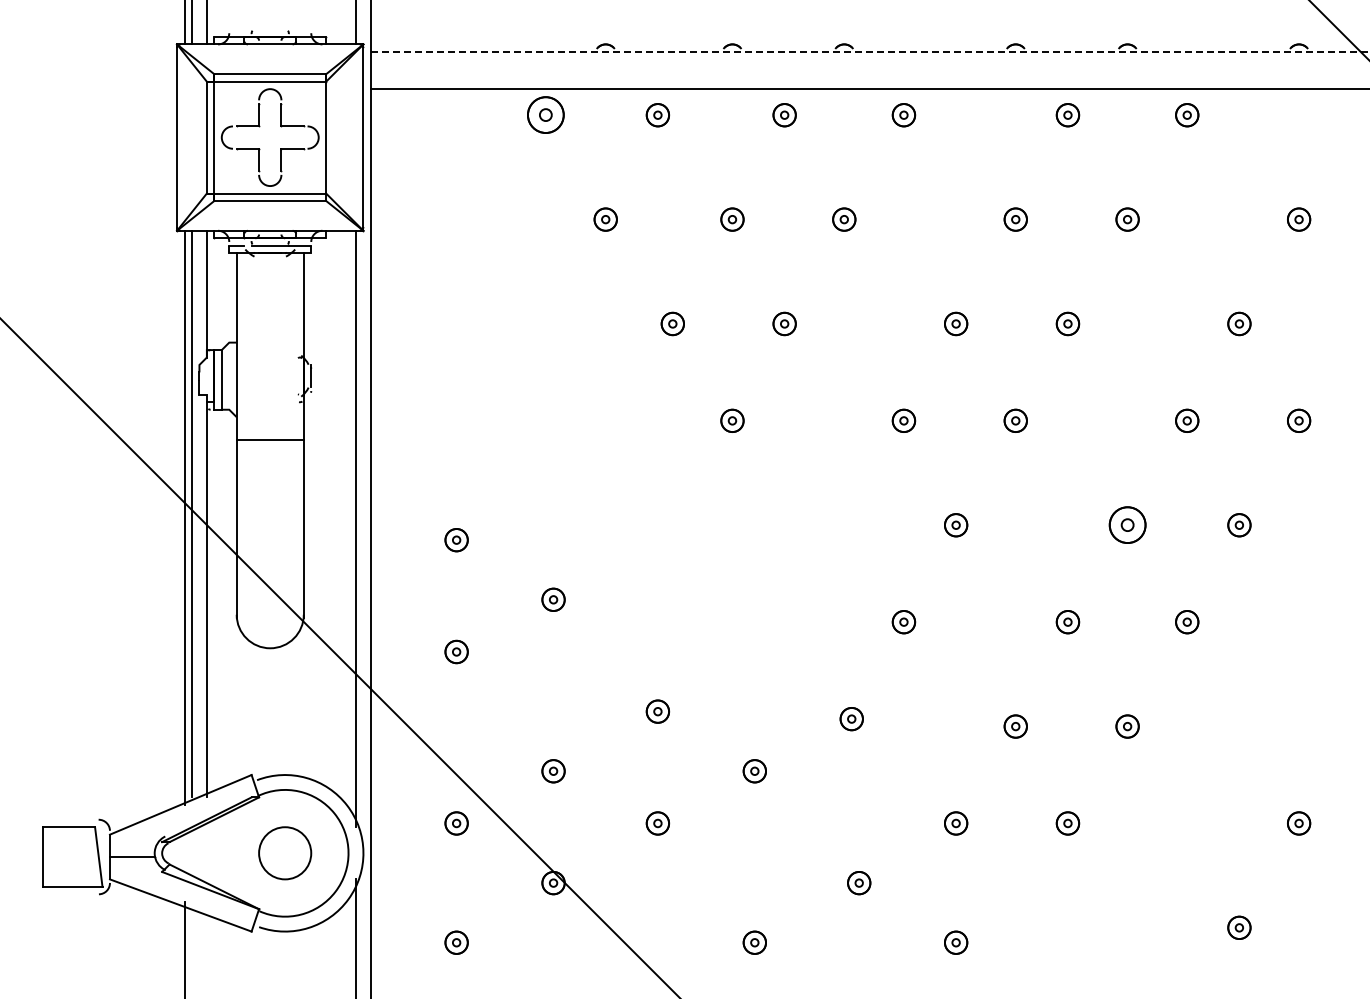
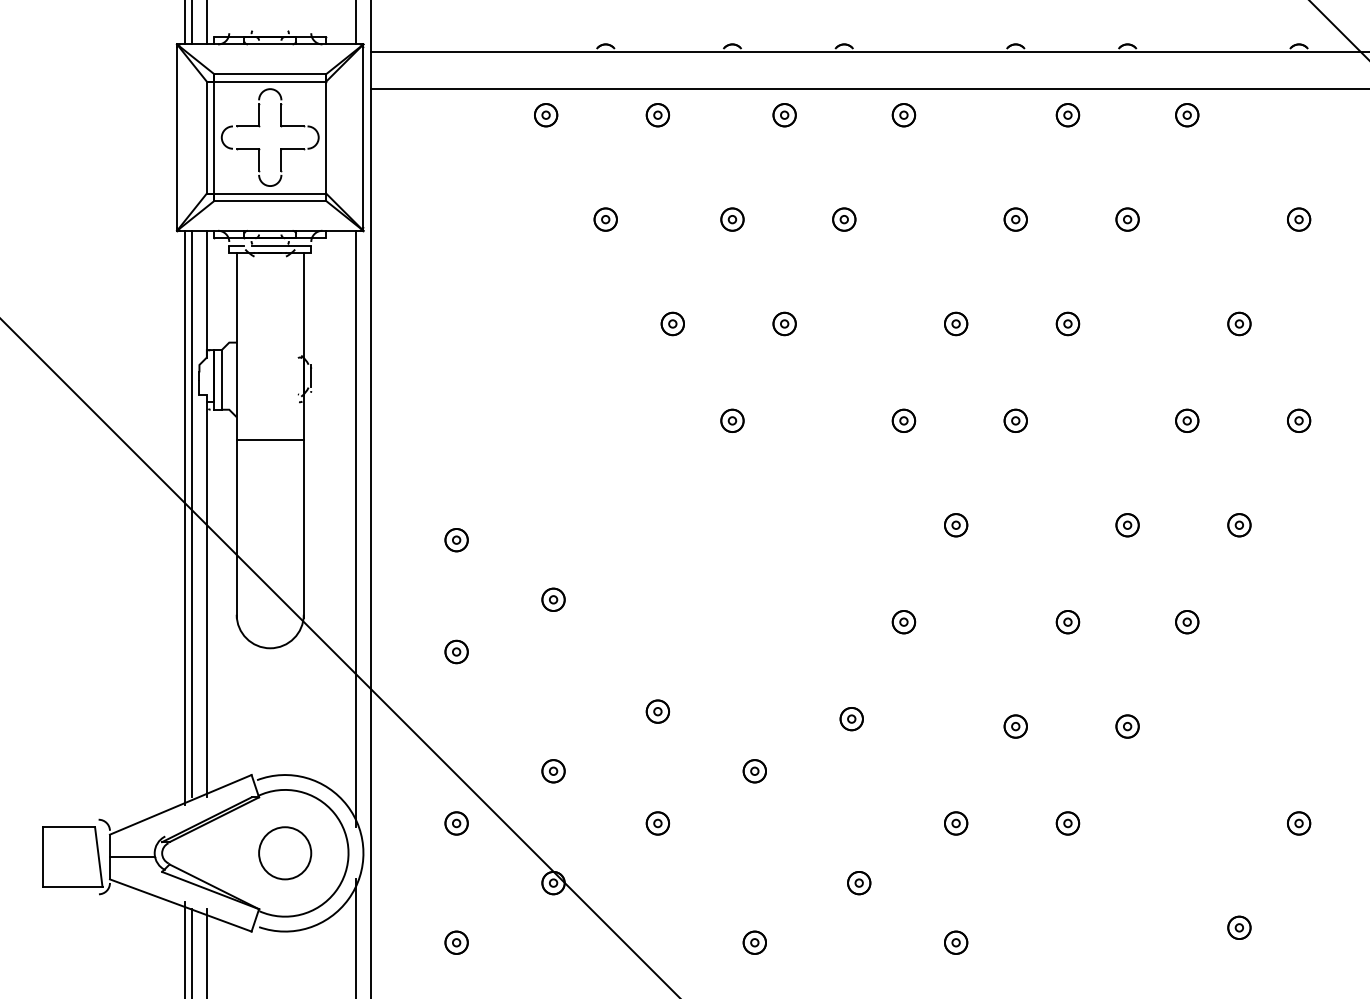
line at (870, 51): dashed -> solid
part at (545, 114) size: 38x38 px -> 25x25 px
part at (1127, 524) size: 39x38 px -> 25x25 px
line at (191, 952): none -> present
line at (206, 952): none -> present
